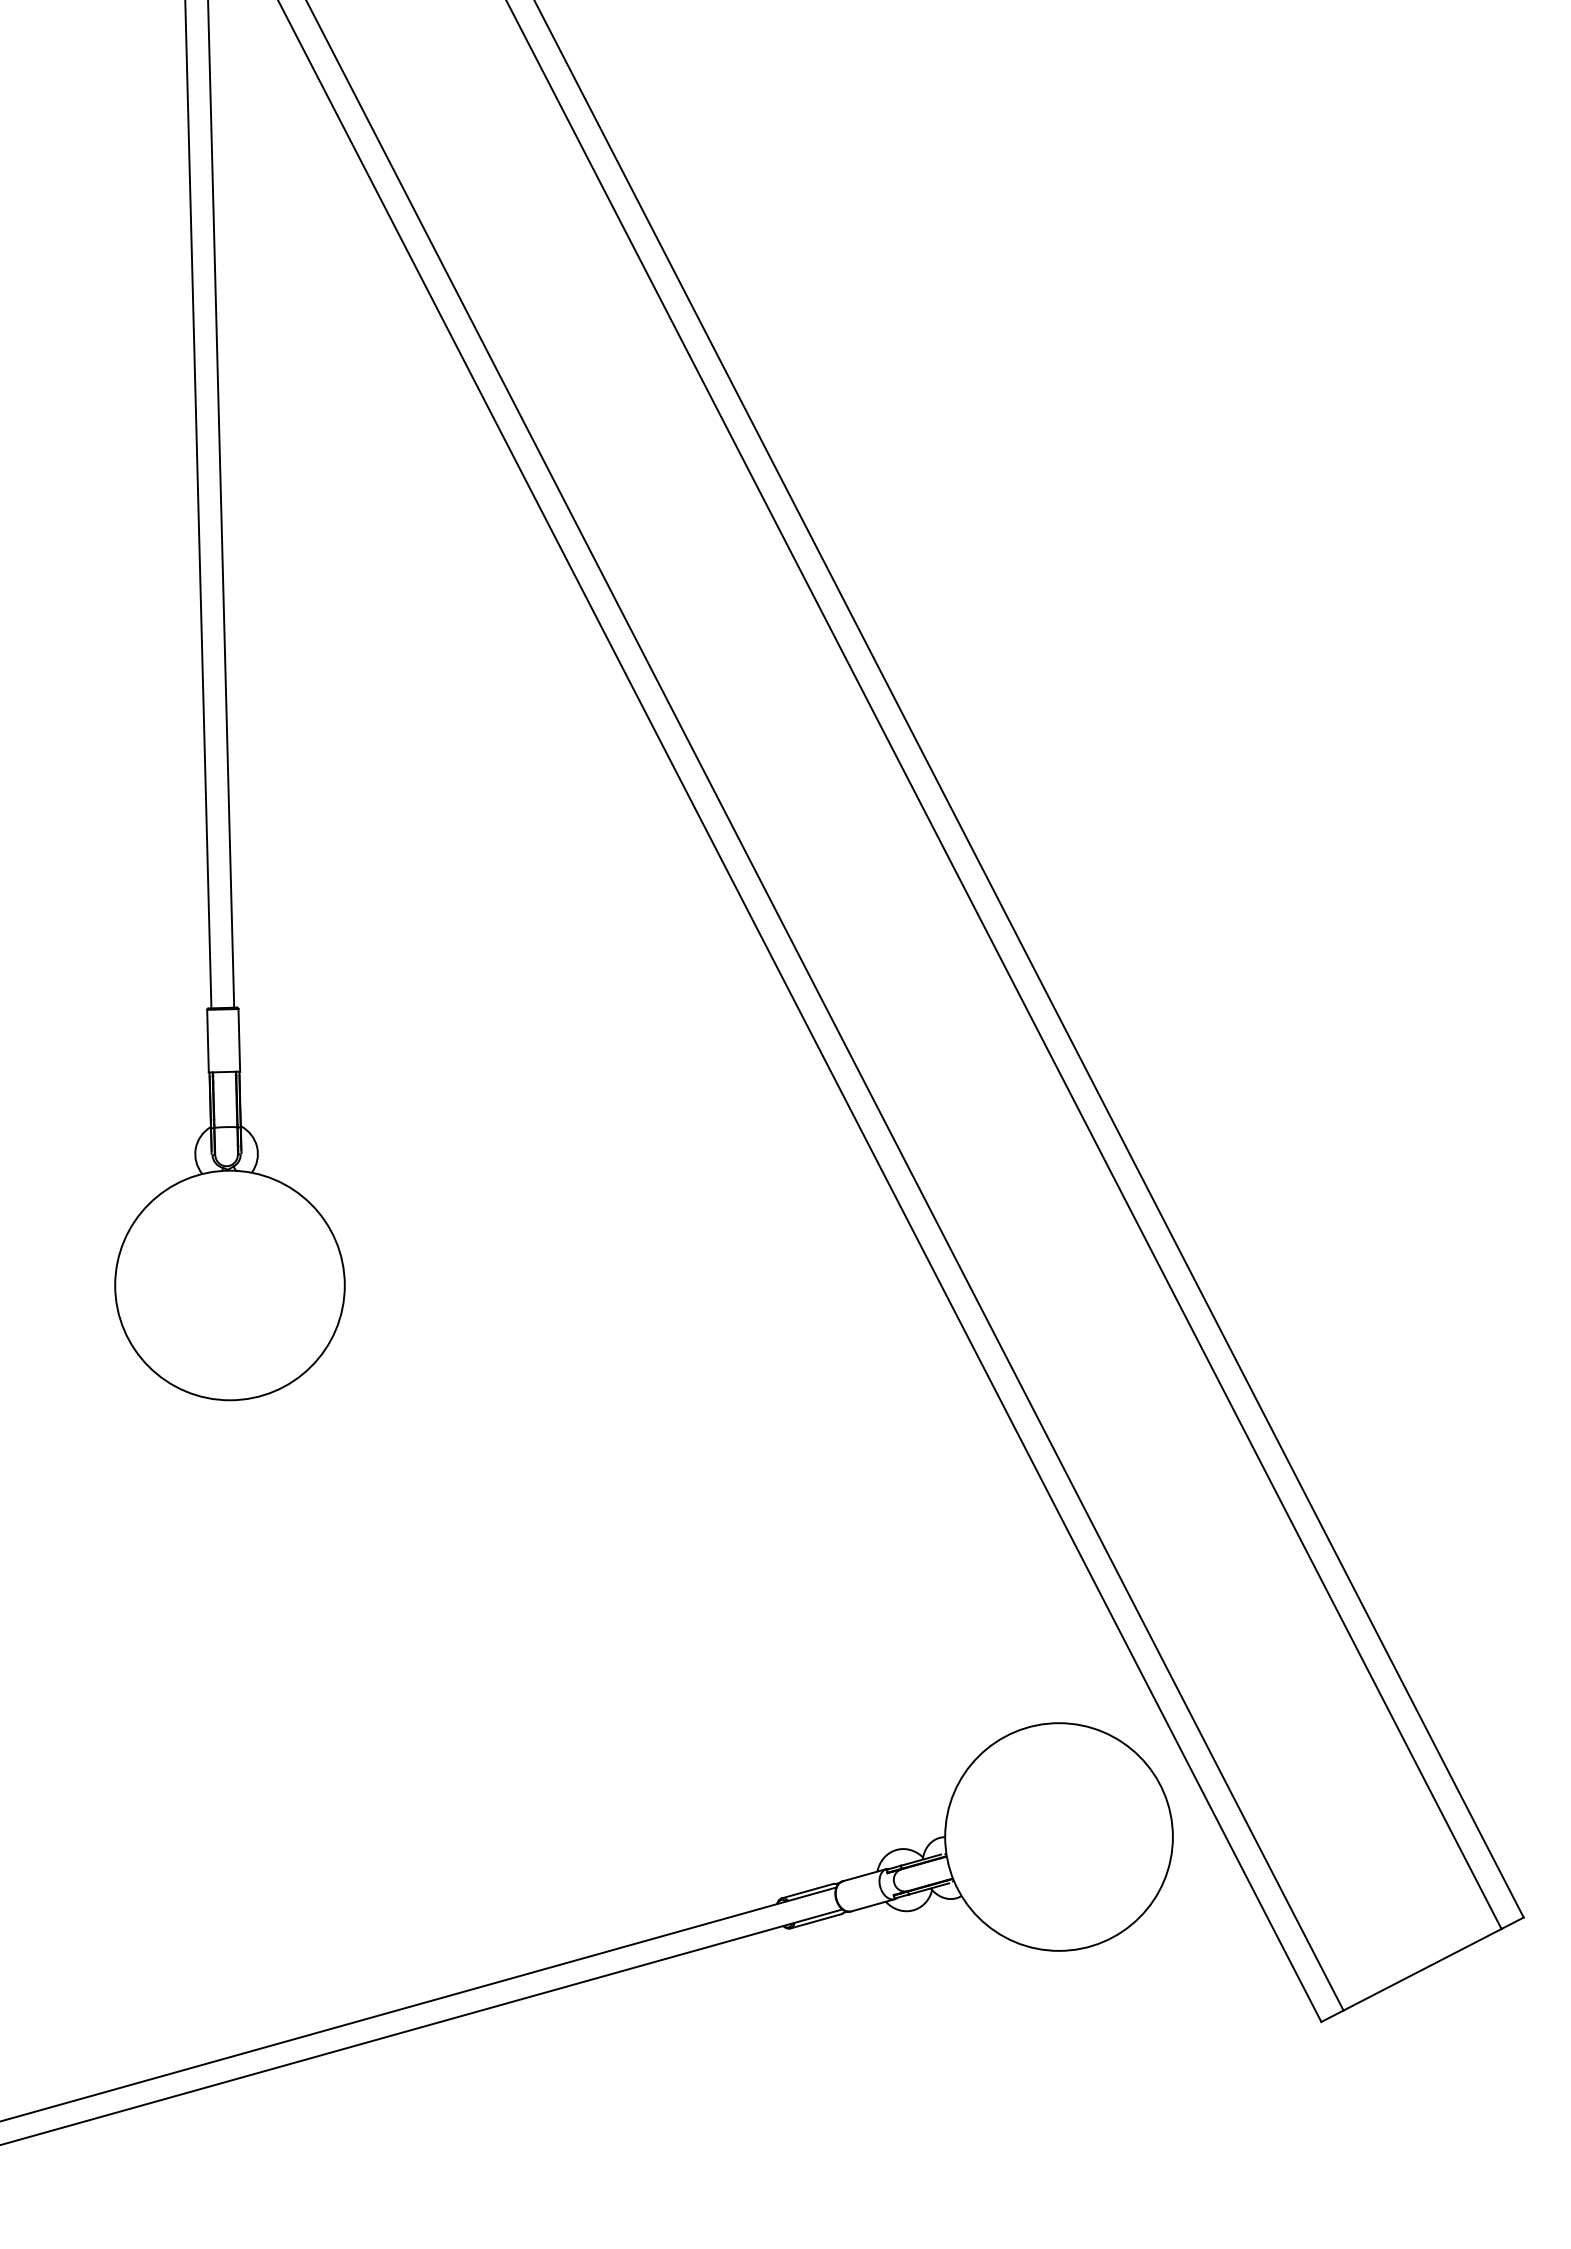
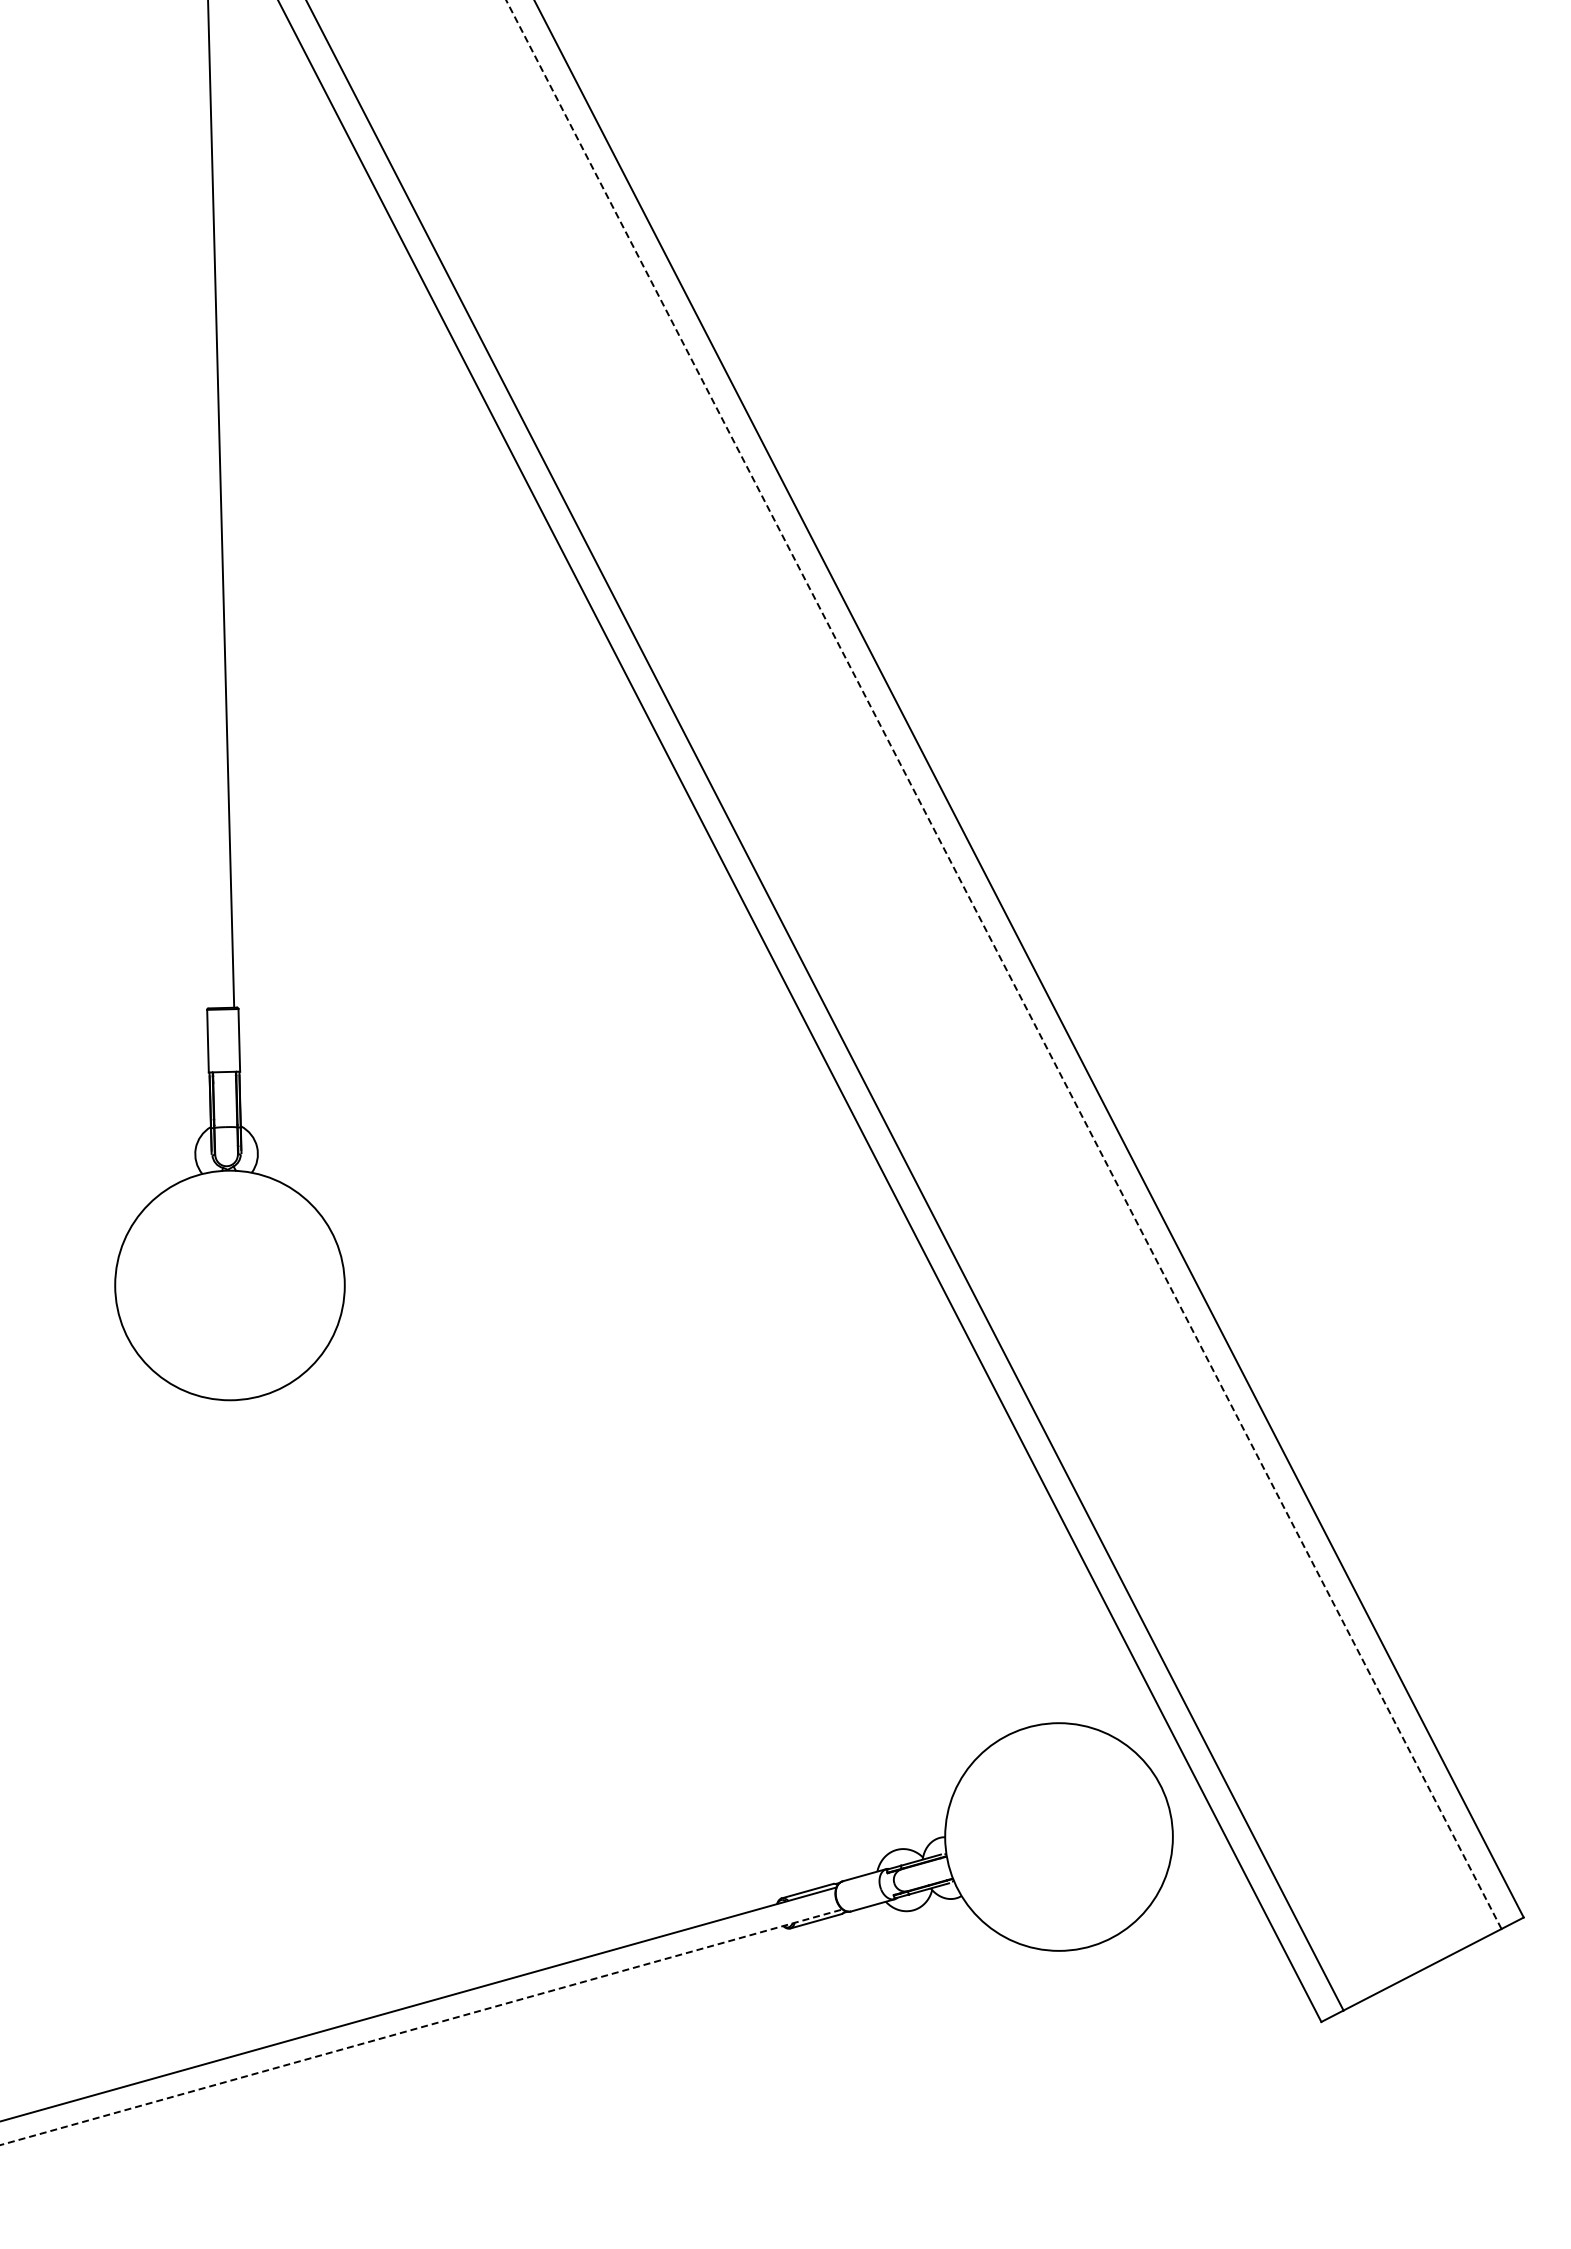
line at (198, 505): present -> none
line at (1003, 964): solid -> dashed
line at (421, 2027): solid -> dashed
